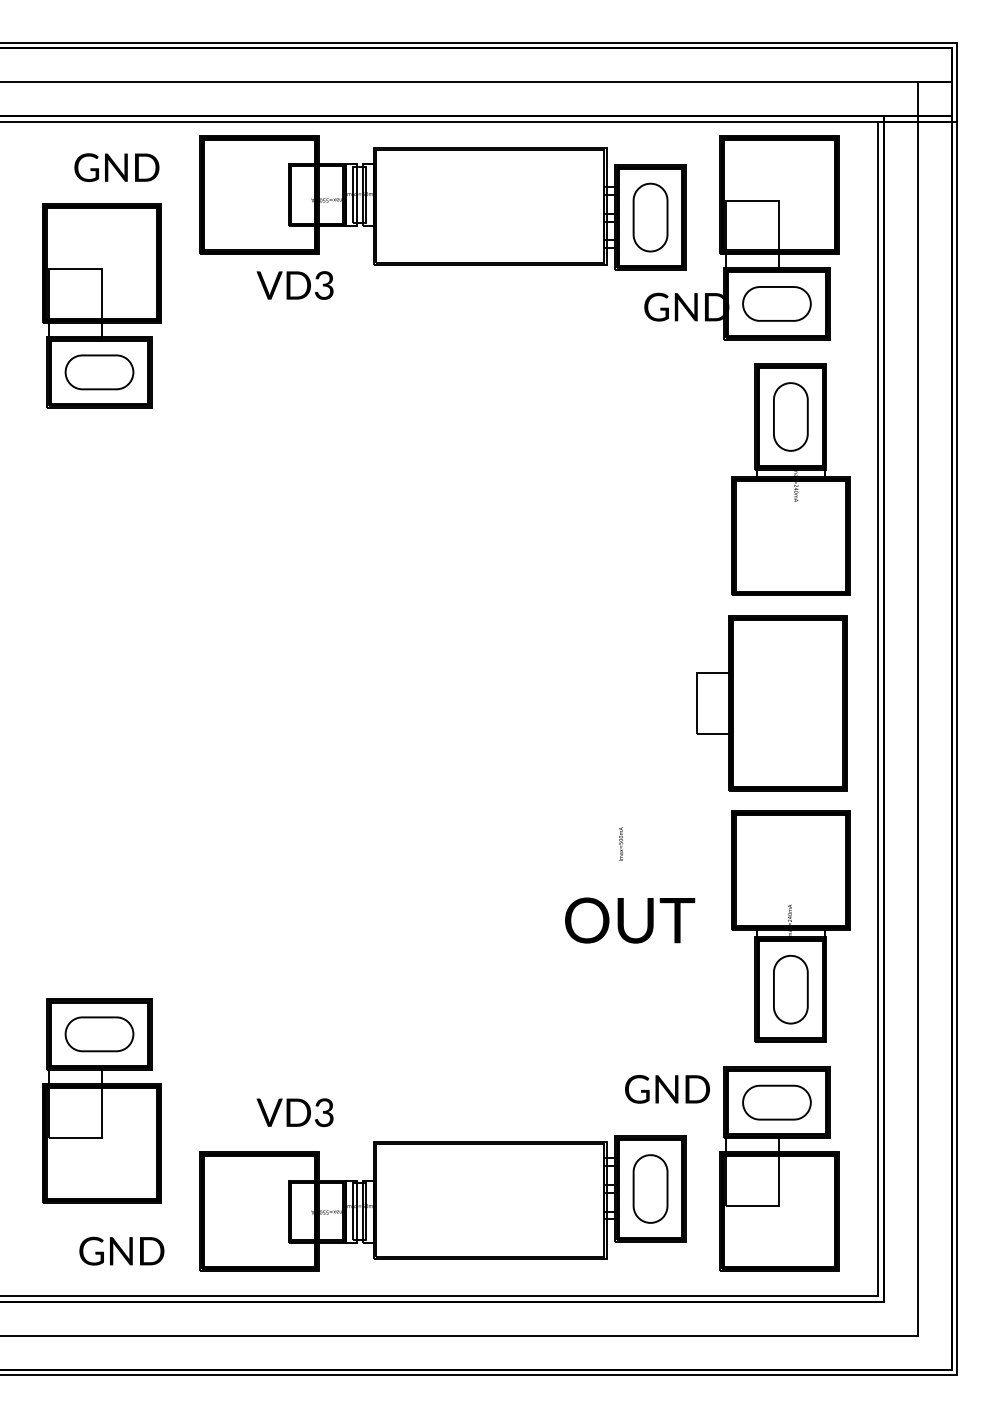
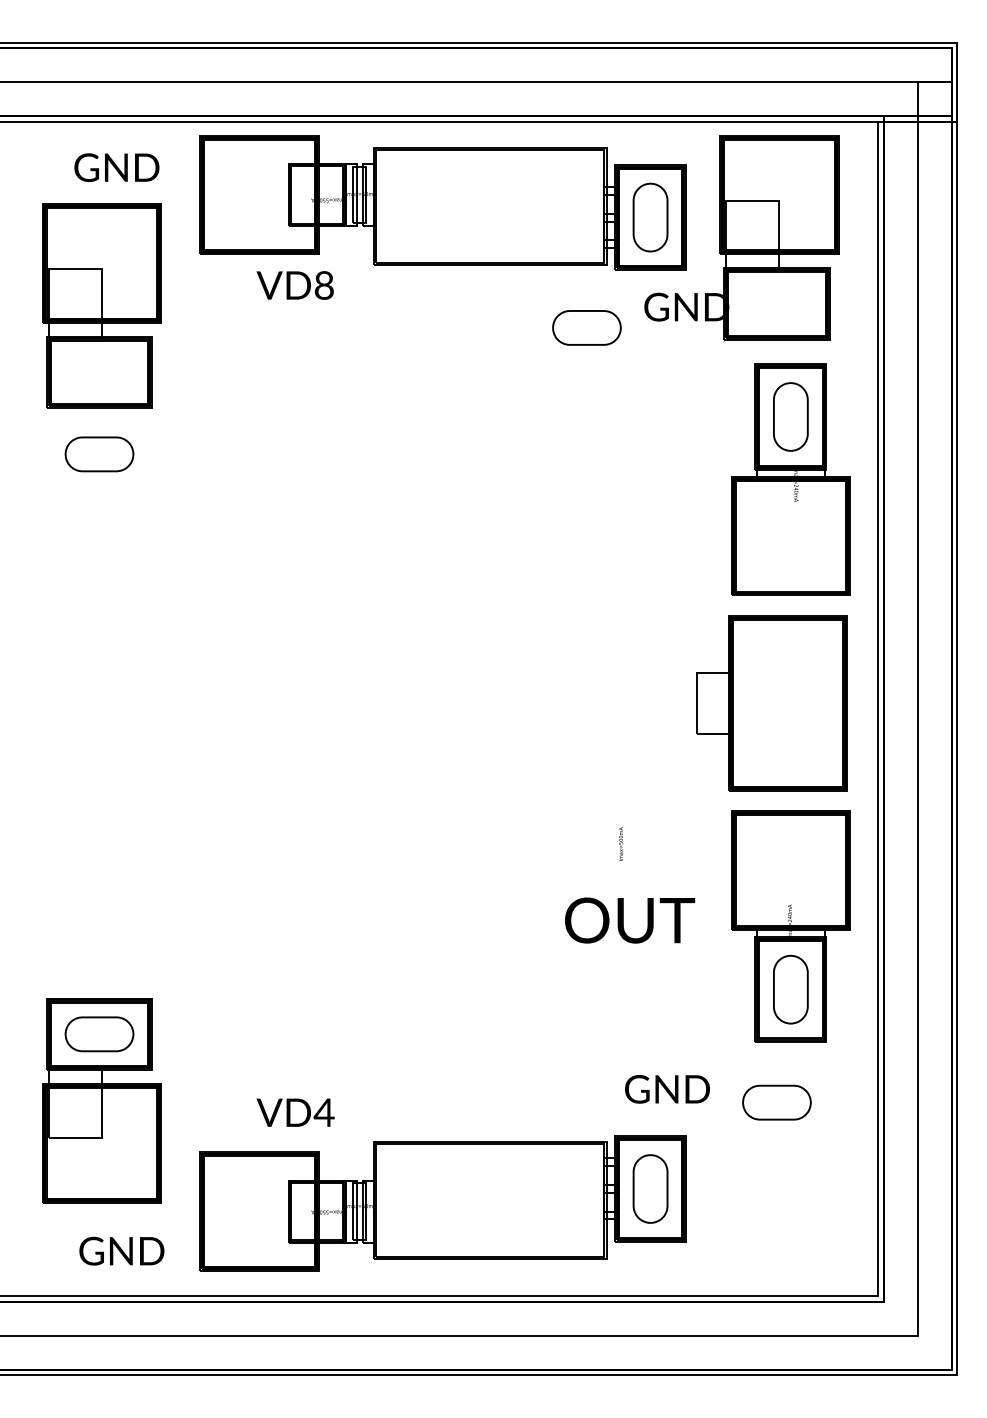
text at (324, 285): VD3 -> VD8
part at (776, 303) position: (776, 303) -> (586, 327)
part at (99, 372) position: (99, 372) -> (99, 454)
text at (323, 1112): VD3 -> VD4
part at (779, 1168): present -> none
